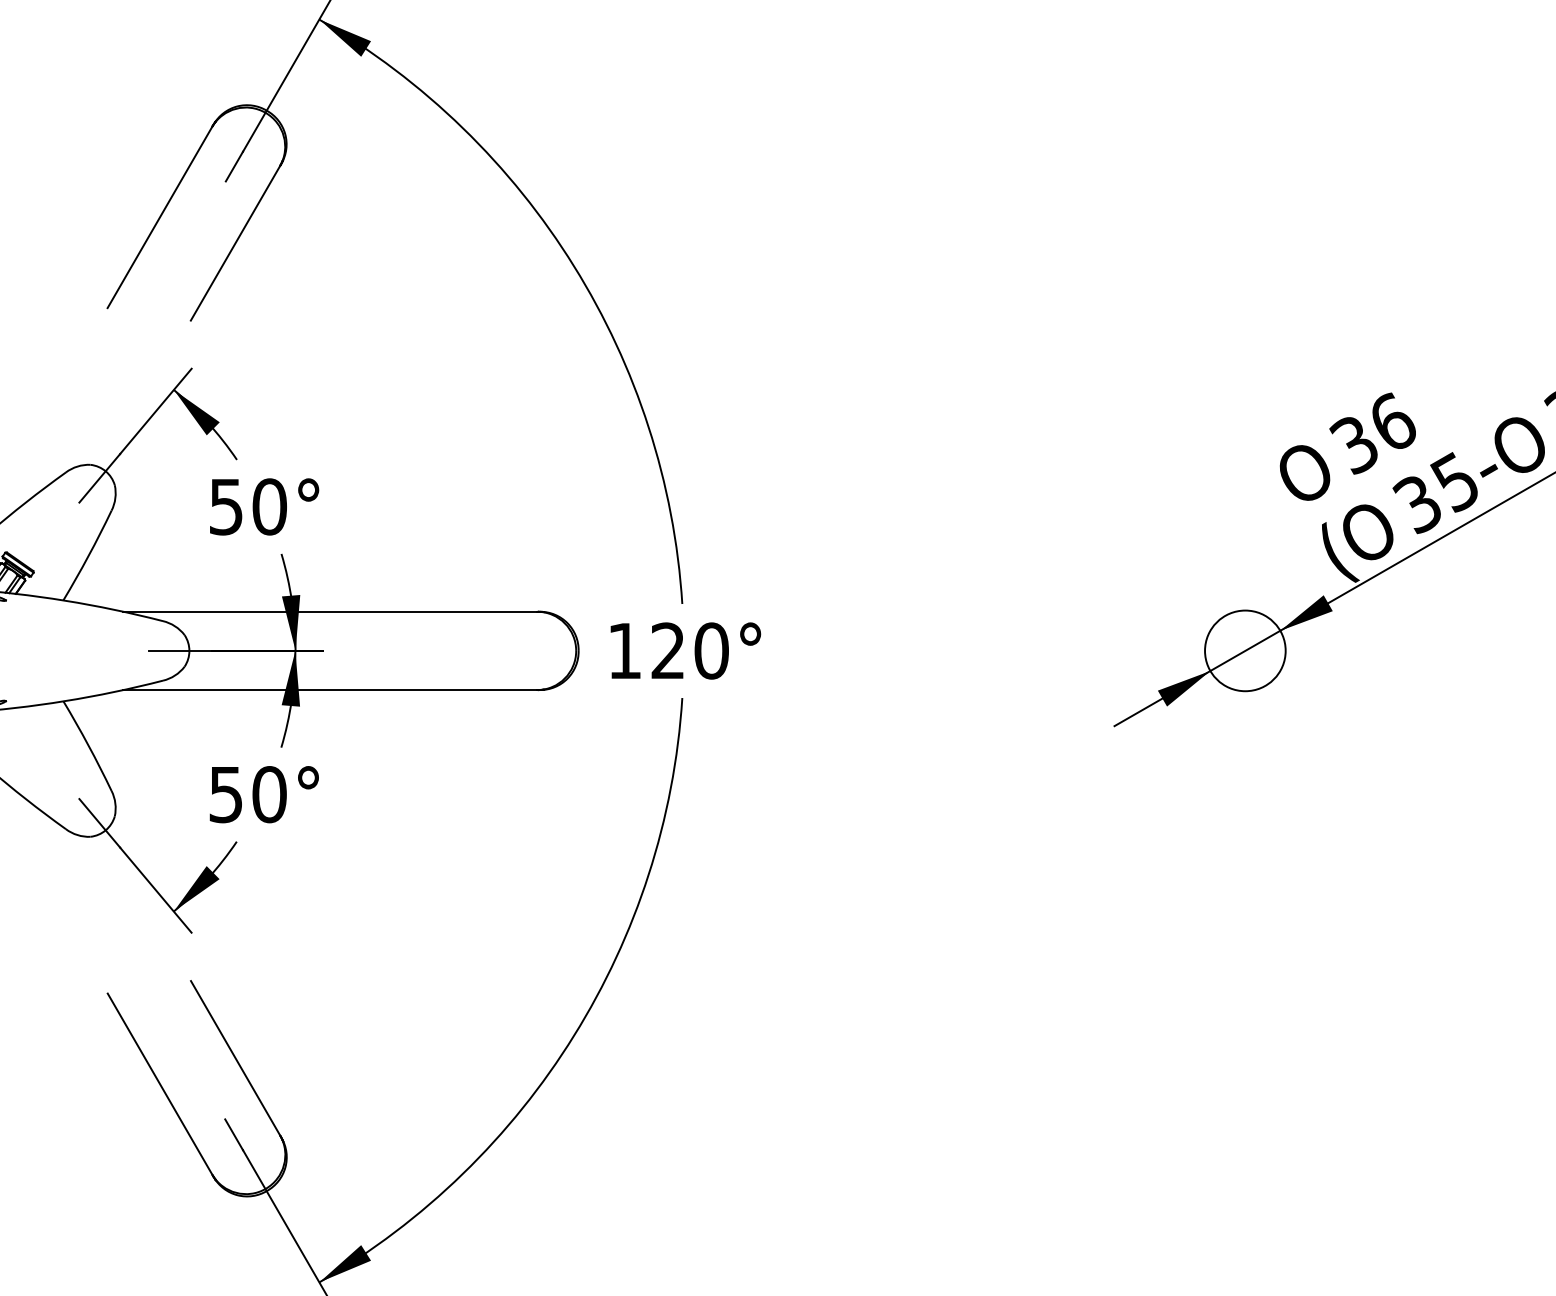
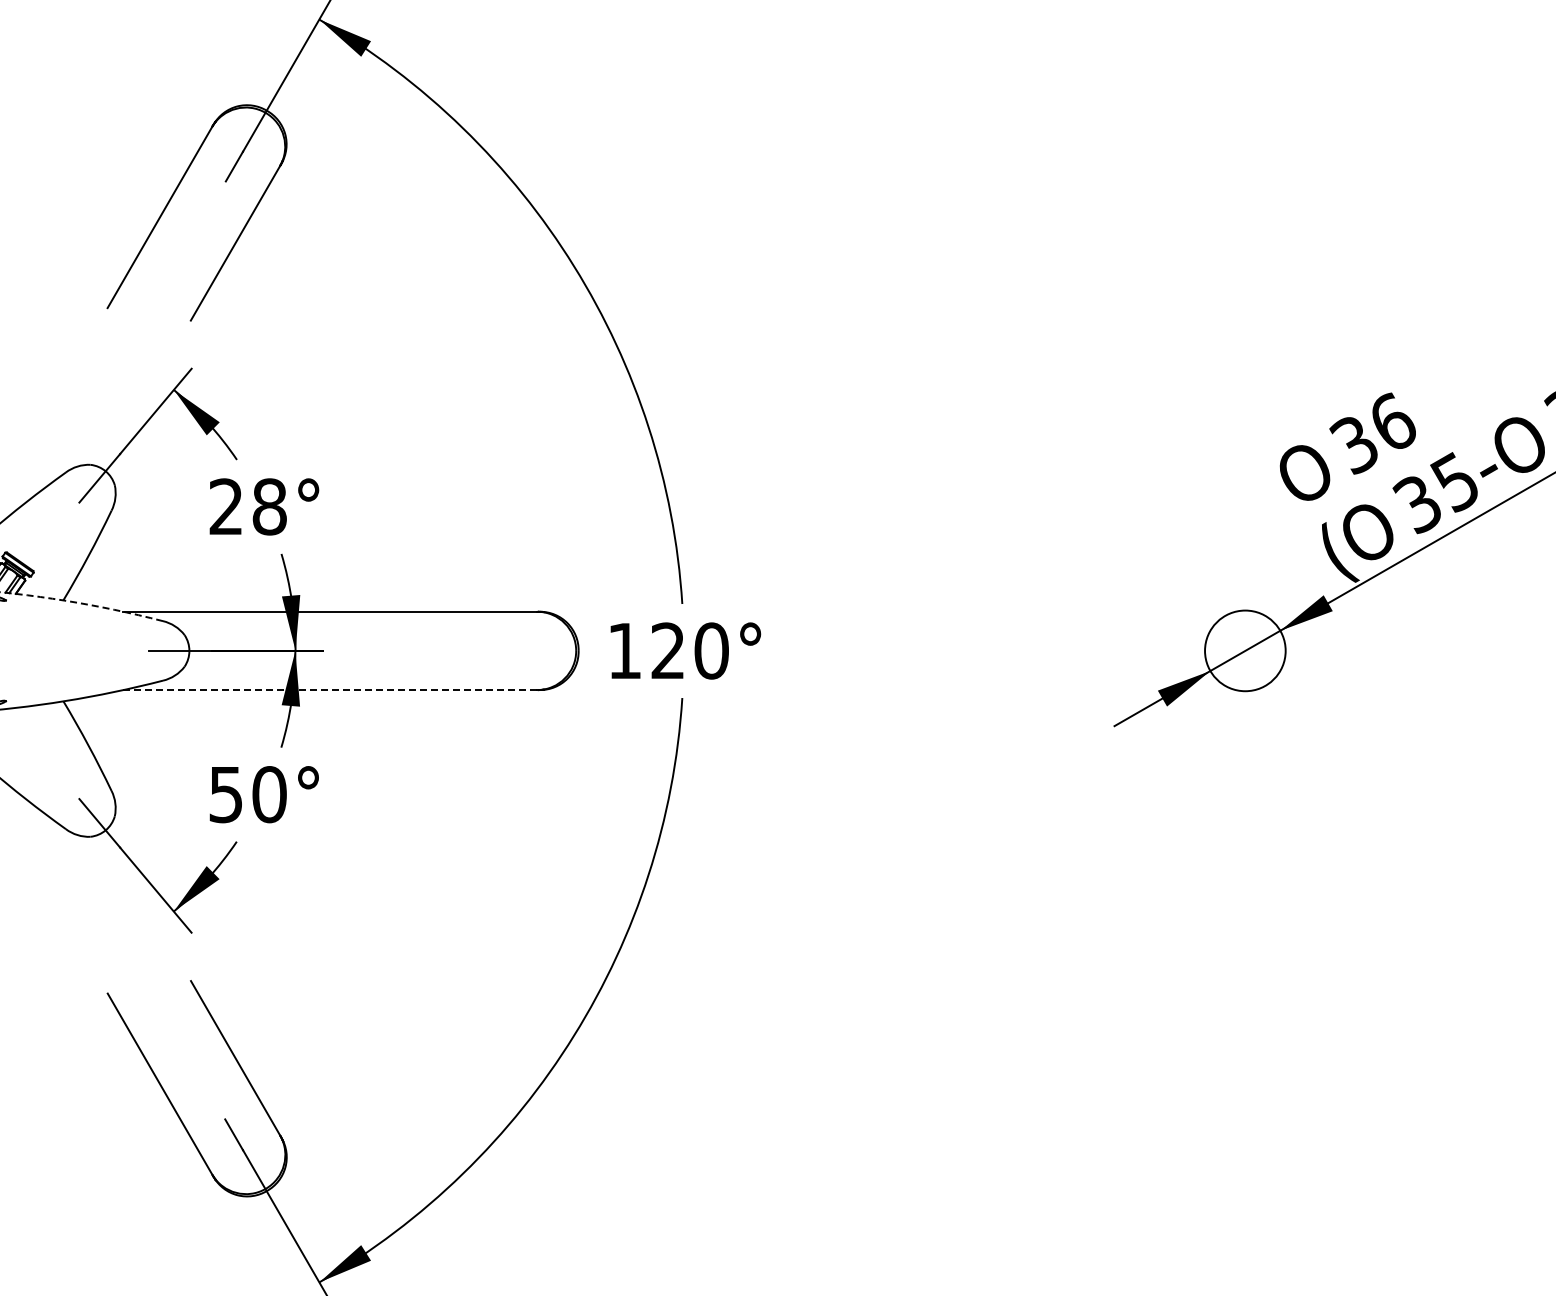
text at (247, 506): 50° -> 28°
arc at (82, 603): solid -> dashed
line at (330, 690): solid -> dashed
